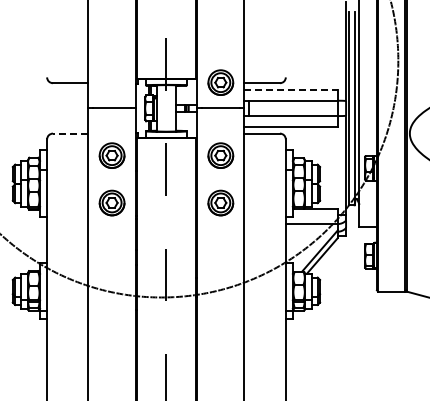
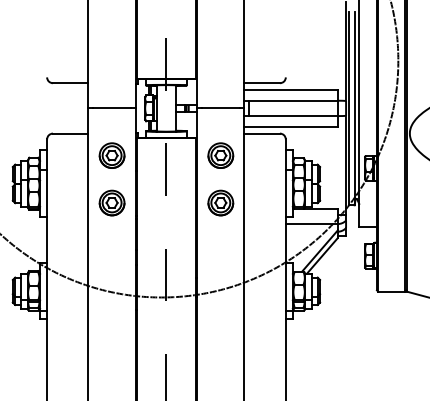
part at (220, 82): present -> none
line at (291, 90): dashed -> solid
line at (70, 133): dashed -> solid
